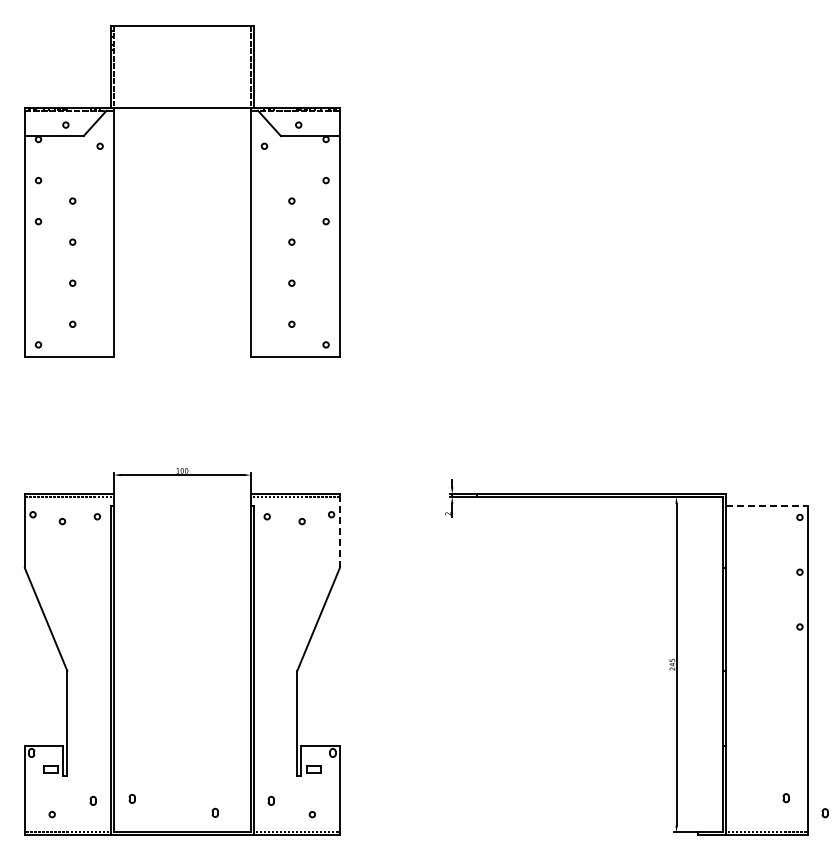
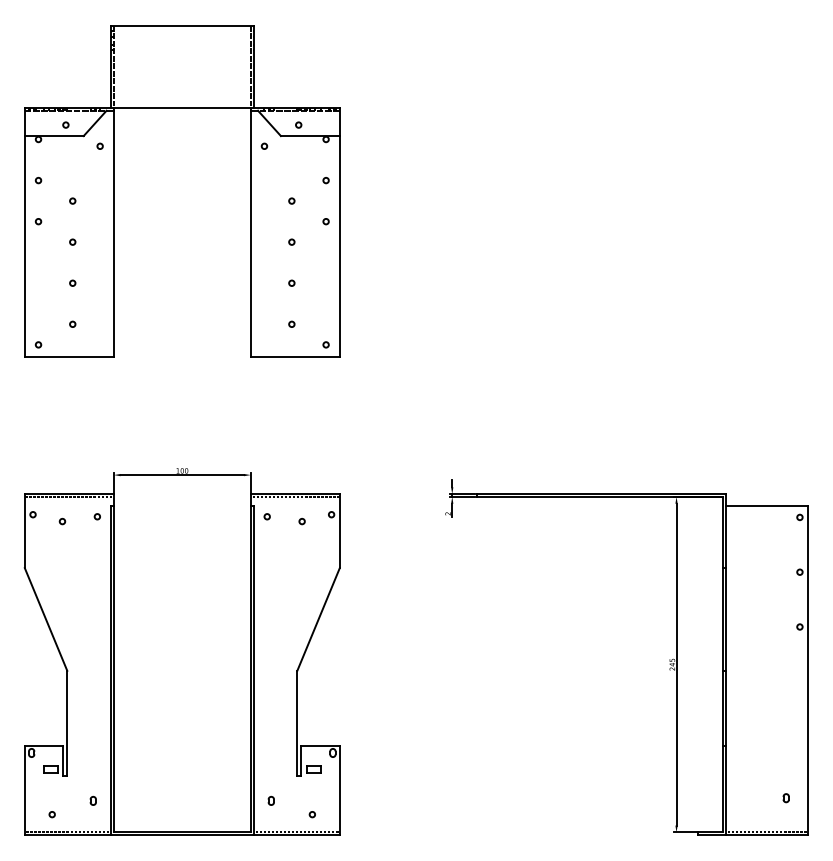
line at (767, 506): dashed -> solid
line at (339, 531): dashed -> solid
part at (131, 798): present -> none
part at (214, 812): present -> none
part at (824, 813): present -> none
